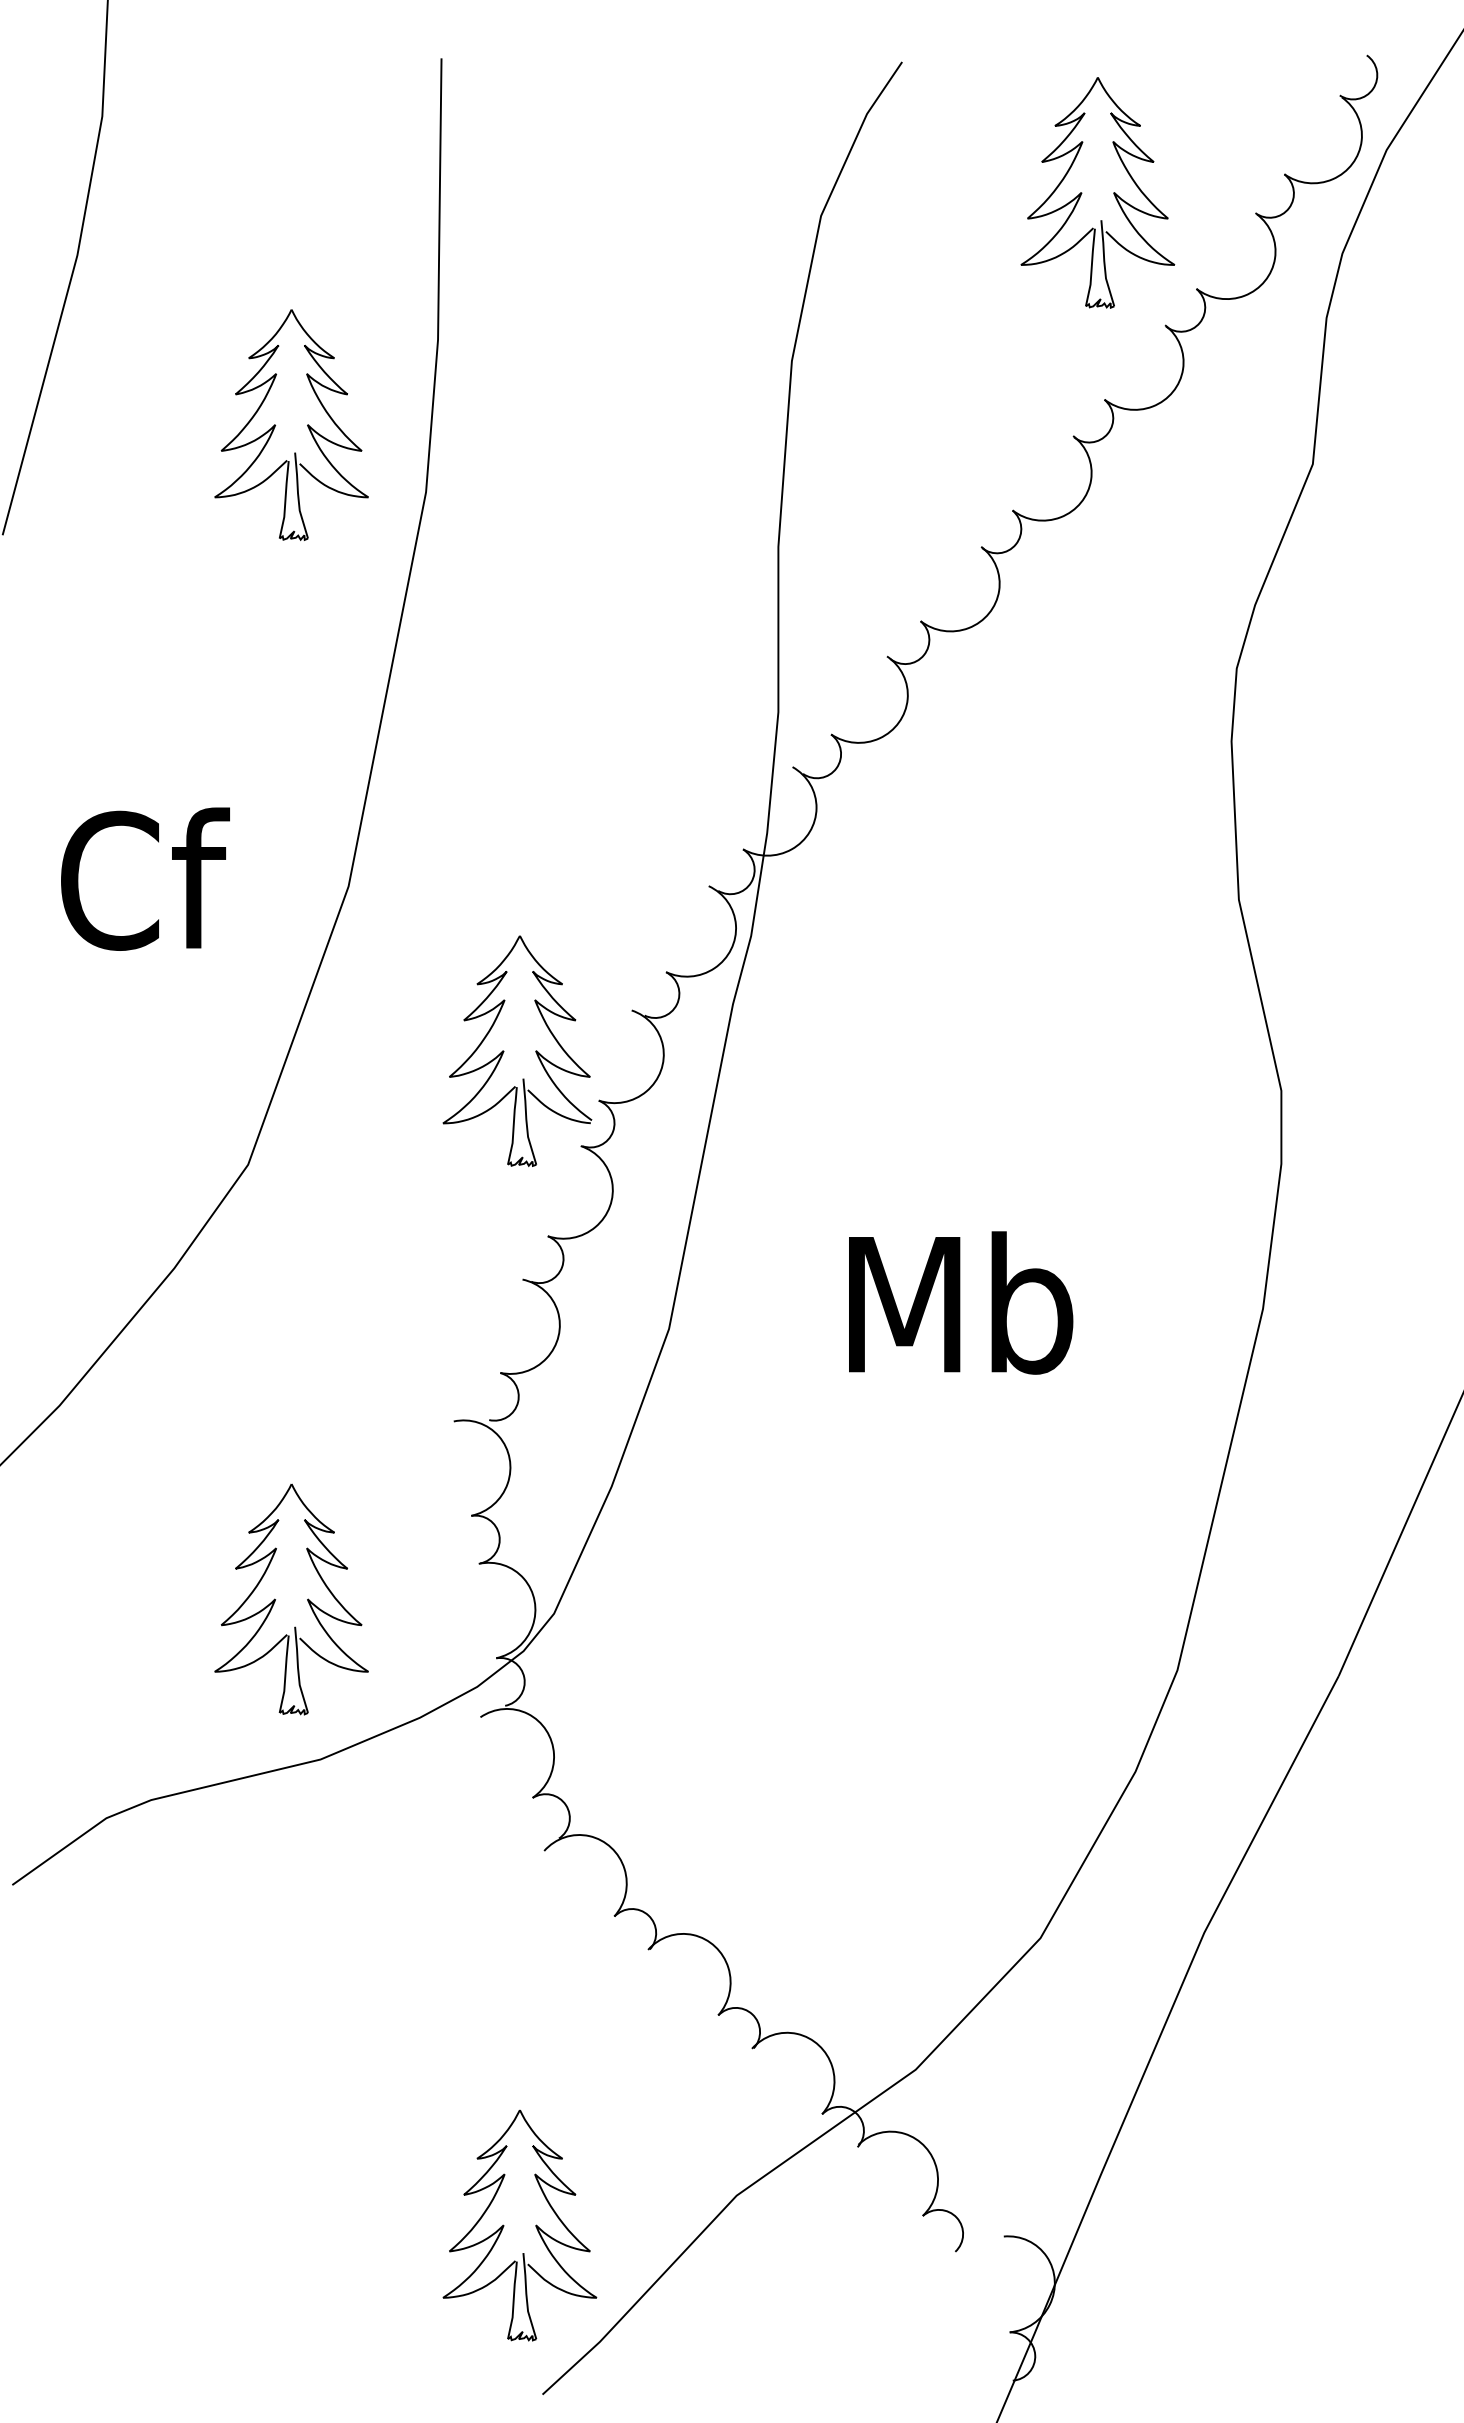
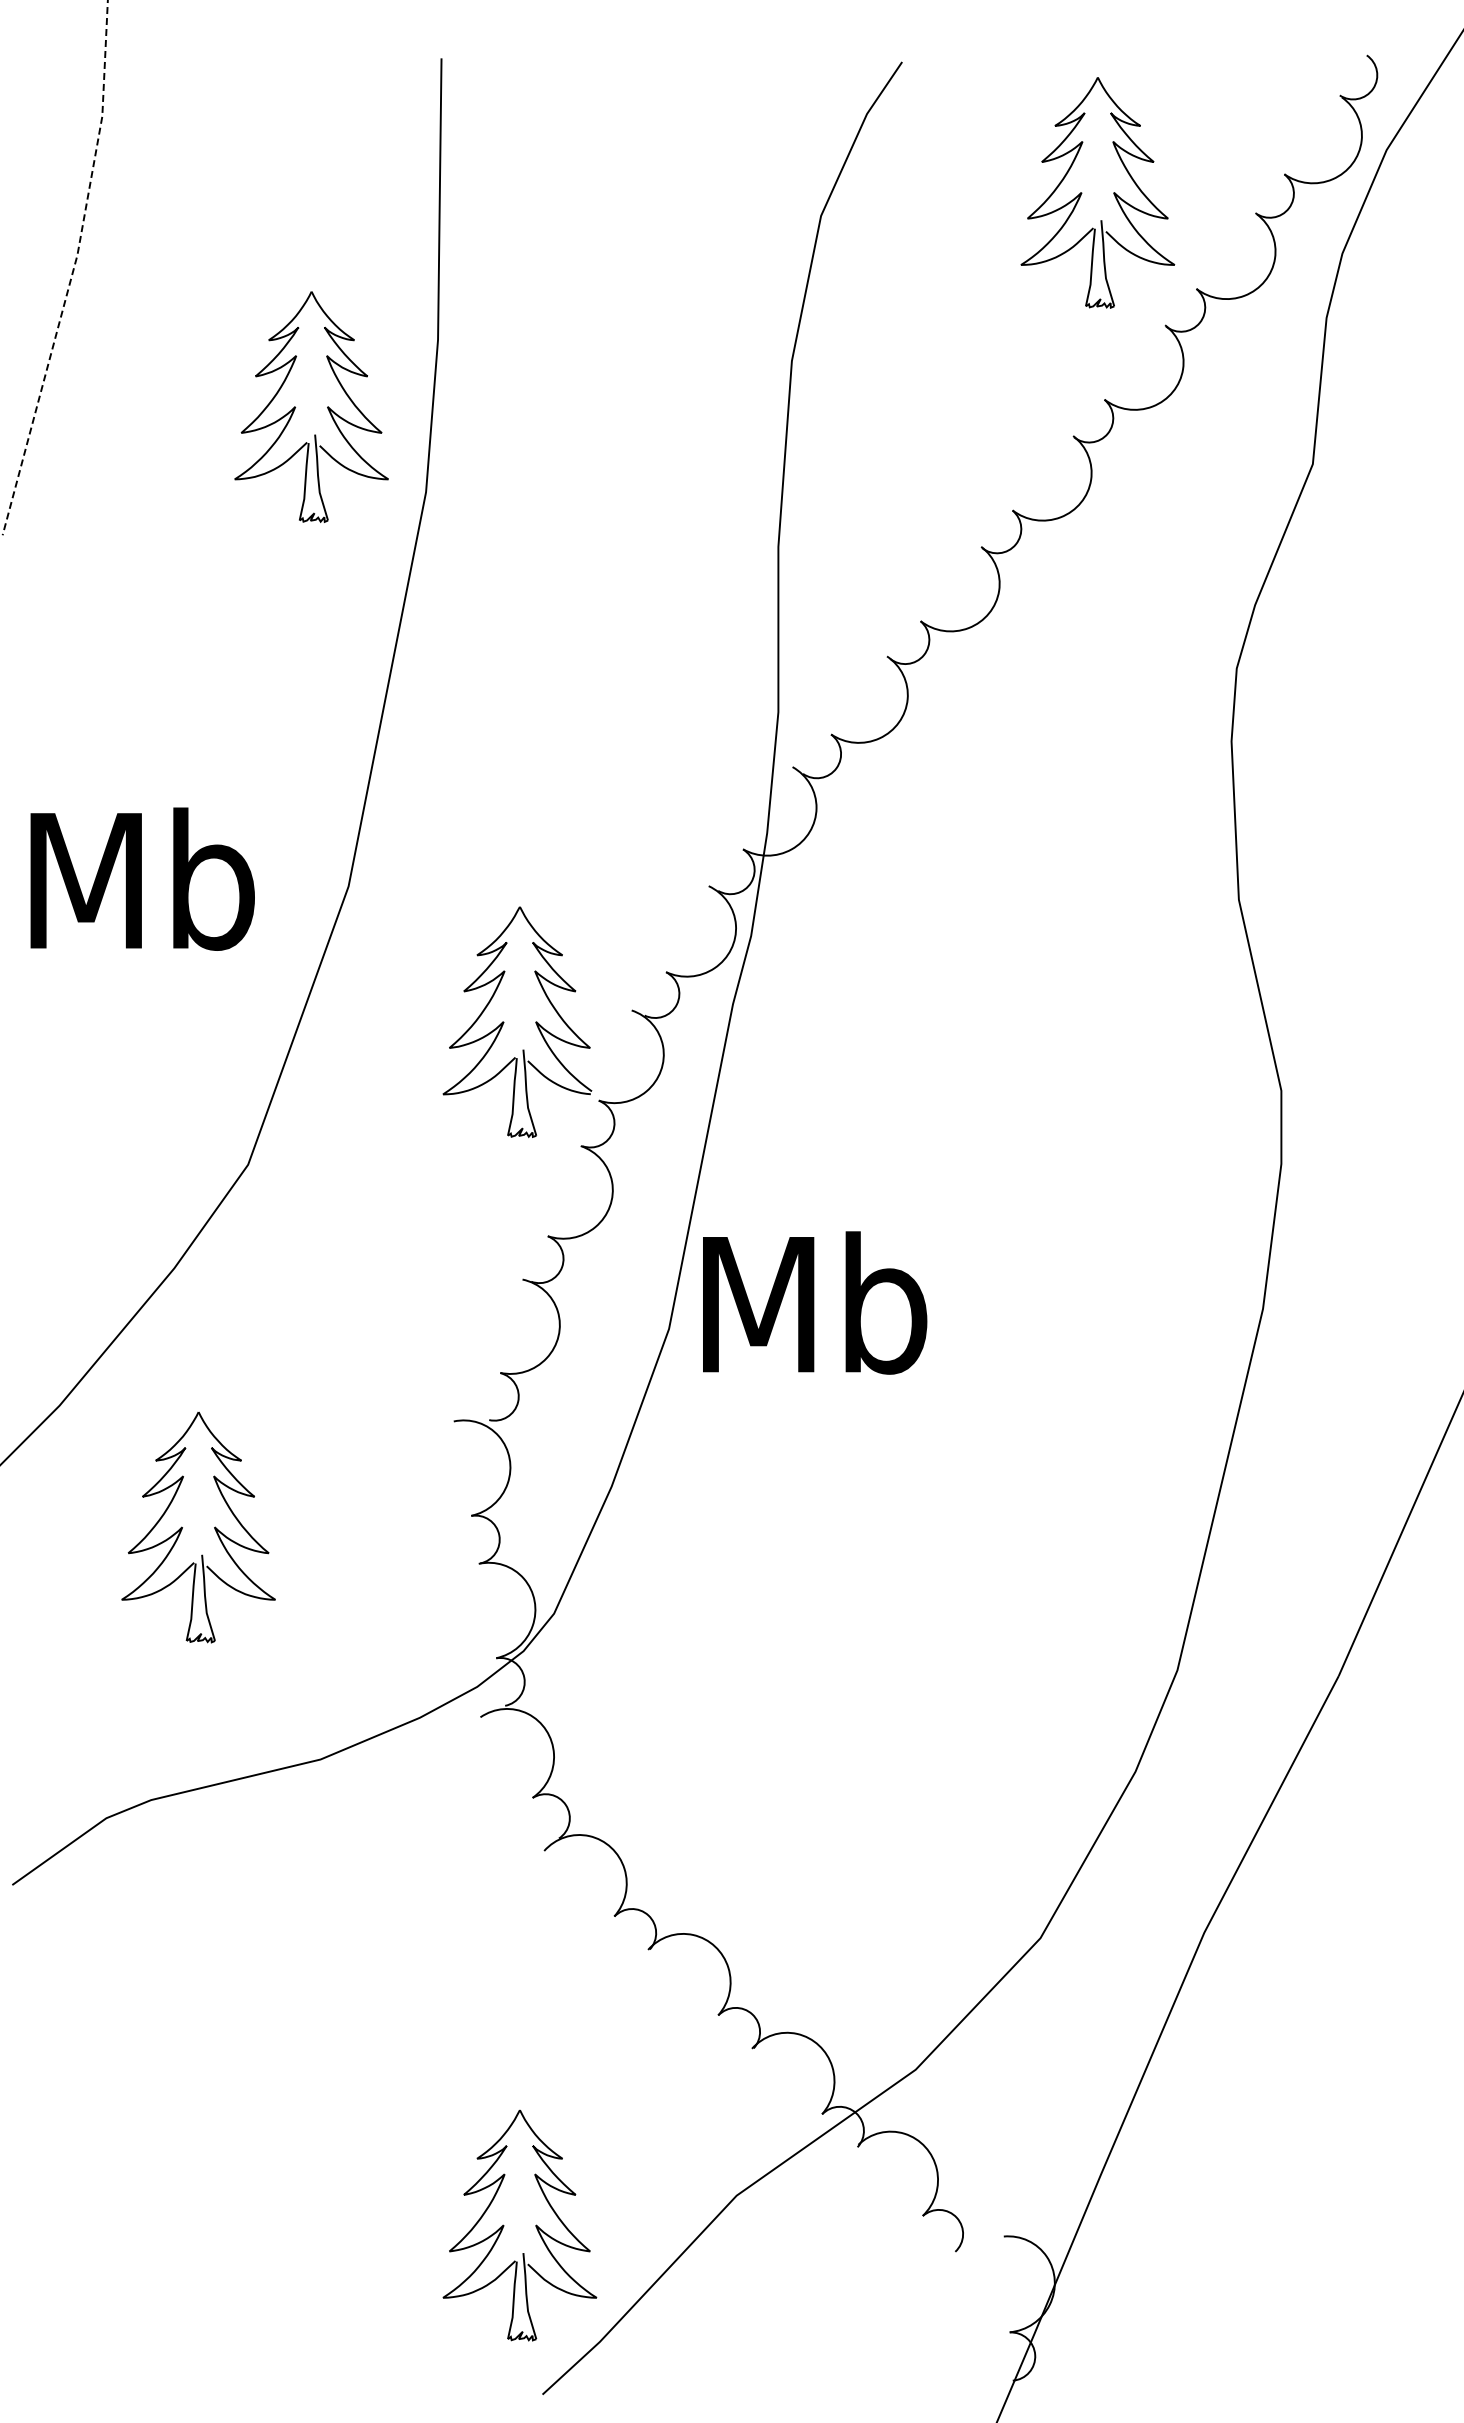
line at (73, 269): solid -> dashed
part at (276, 425) position: (276, 425) -> (296, 407)
text at (142, 878): Cf -> Mb
part at (504, 1051) position: (504, 1051) -> (504, 1022)
text at (961, 1302) position: (961, 1302) -> (815, 1302)
part at (275, 1599) position: (275, 1599) -> (182, 1527)
